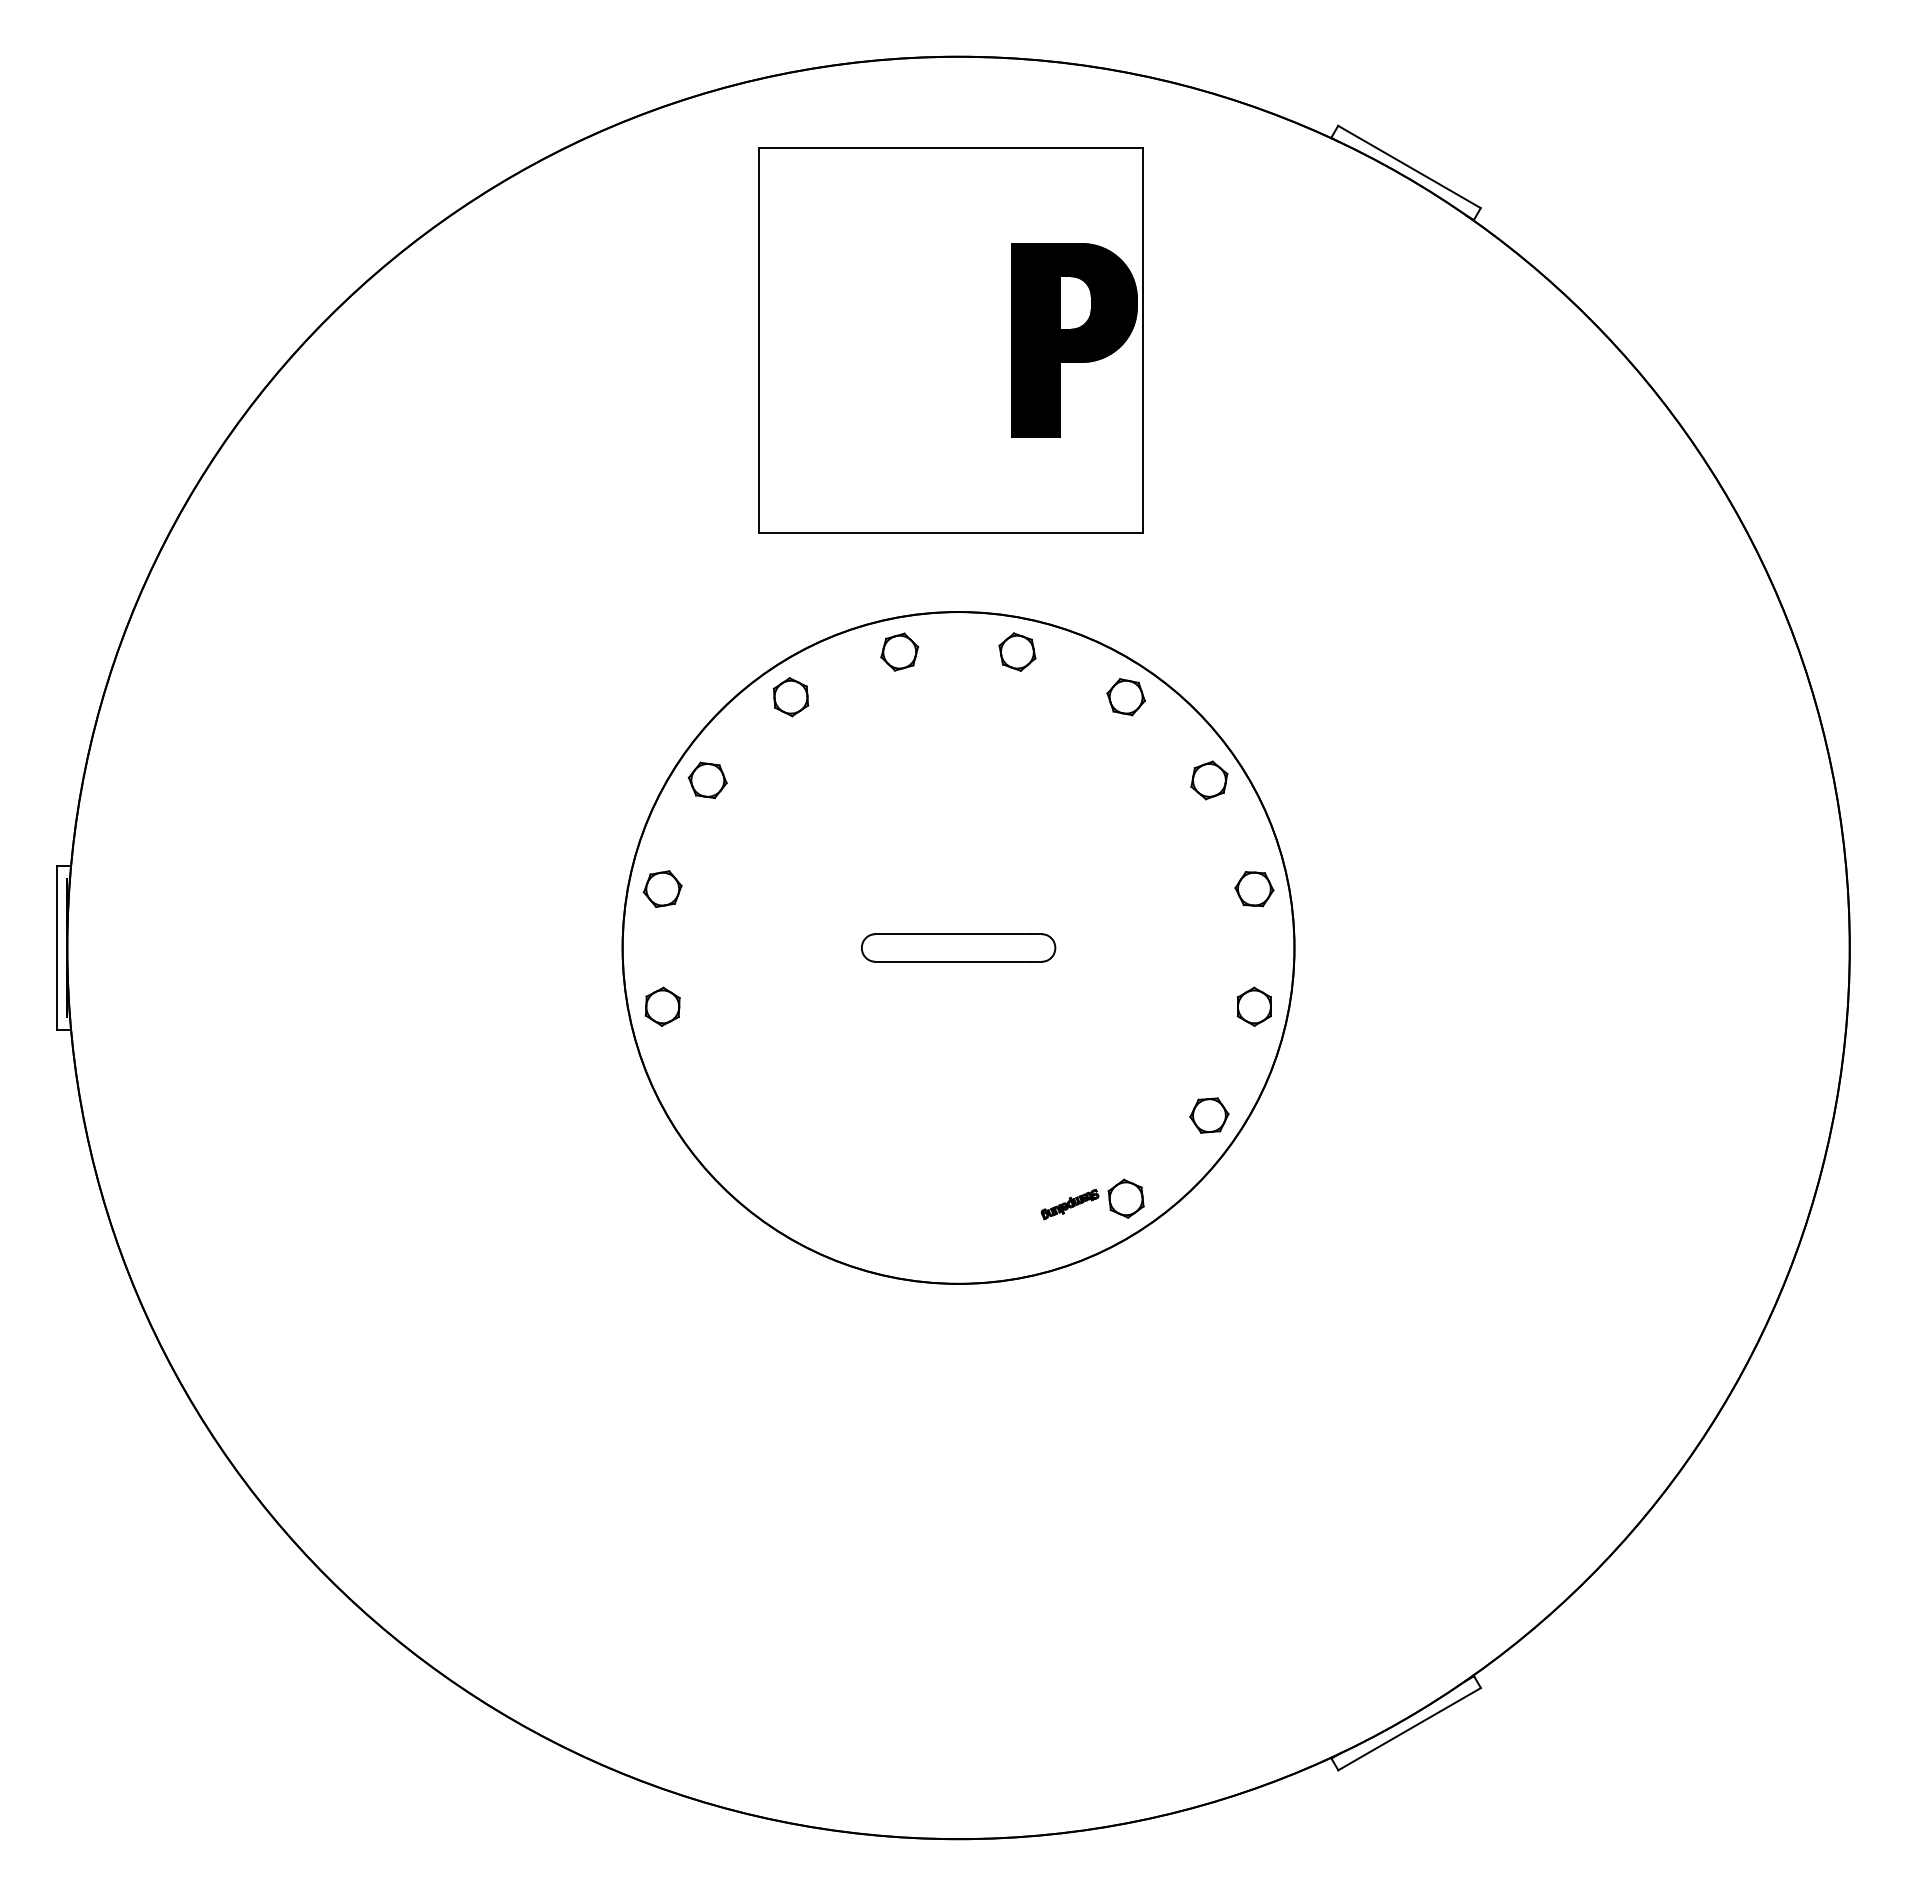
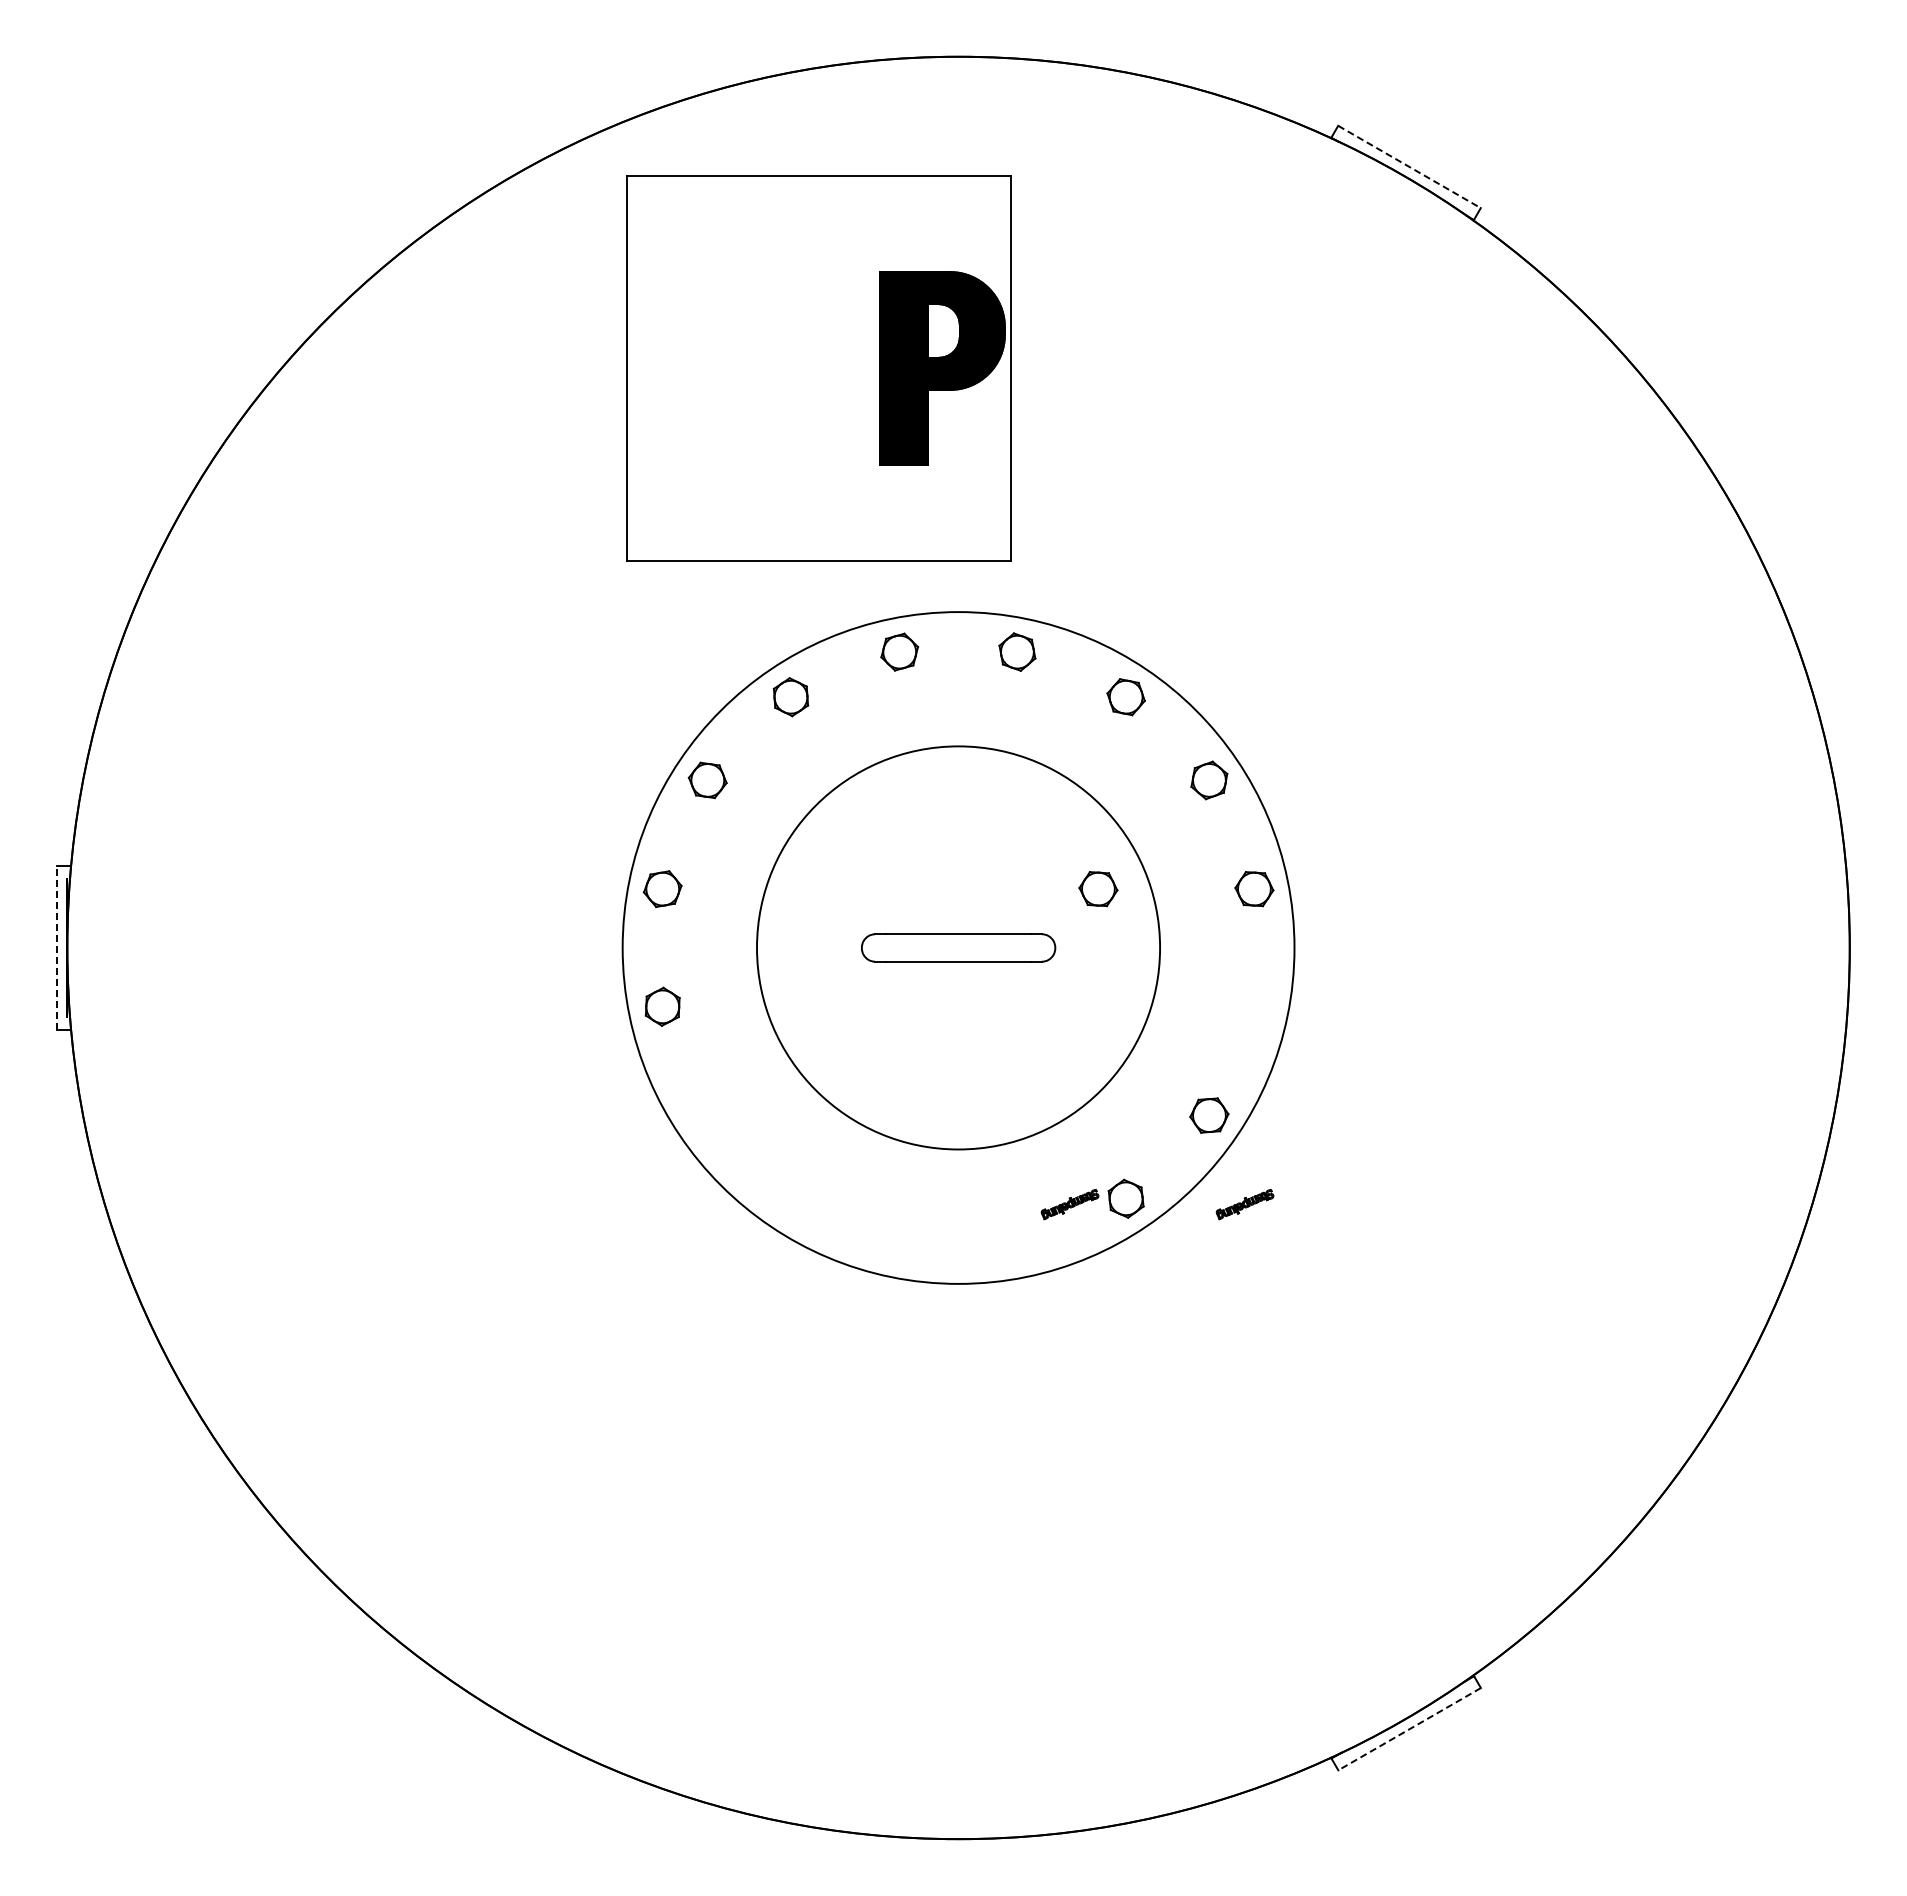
line at (1409, 167): solid -> dashed
part at (950, 340) position: (950, 340) -> (818, 368)
part at (1098, 889): none -> present
line at (57, 947): solid -> dashed
circle at (958, 947) diameter: 672 px -> 403 px
part at (1253, 1006): present -> none
part at (1244, 1204): none -> present
line at (1409, 1729): solid -> dashed
